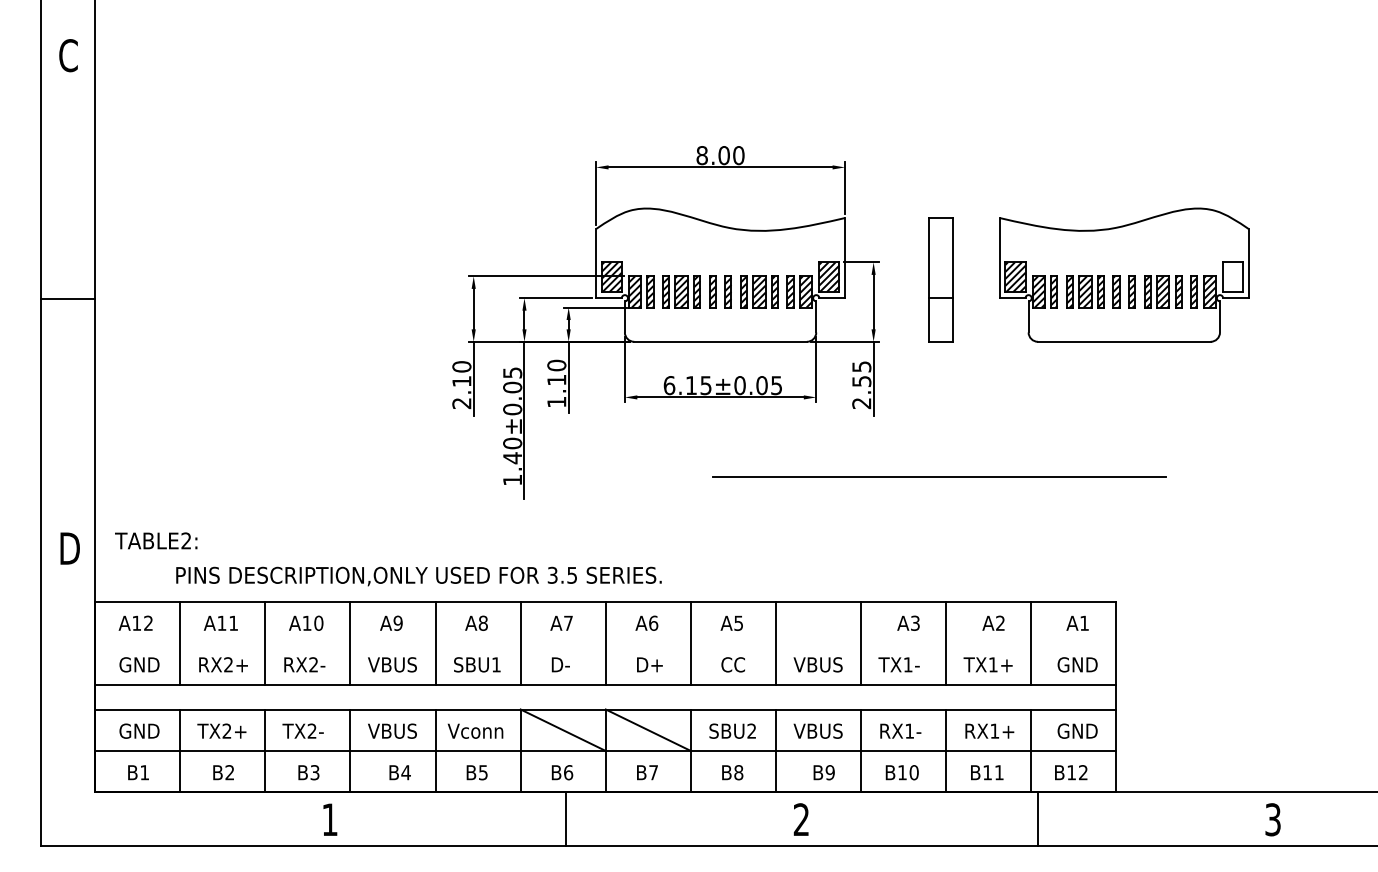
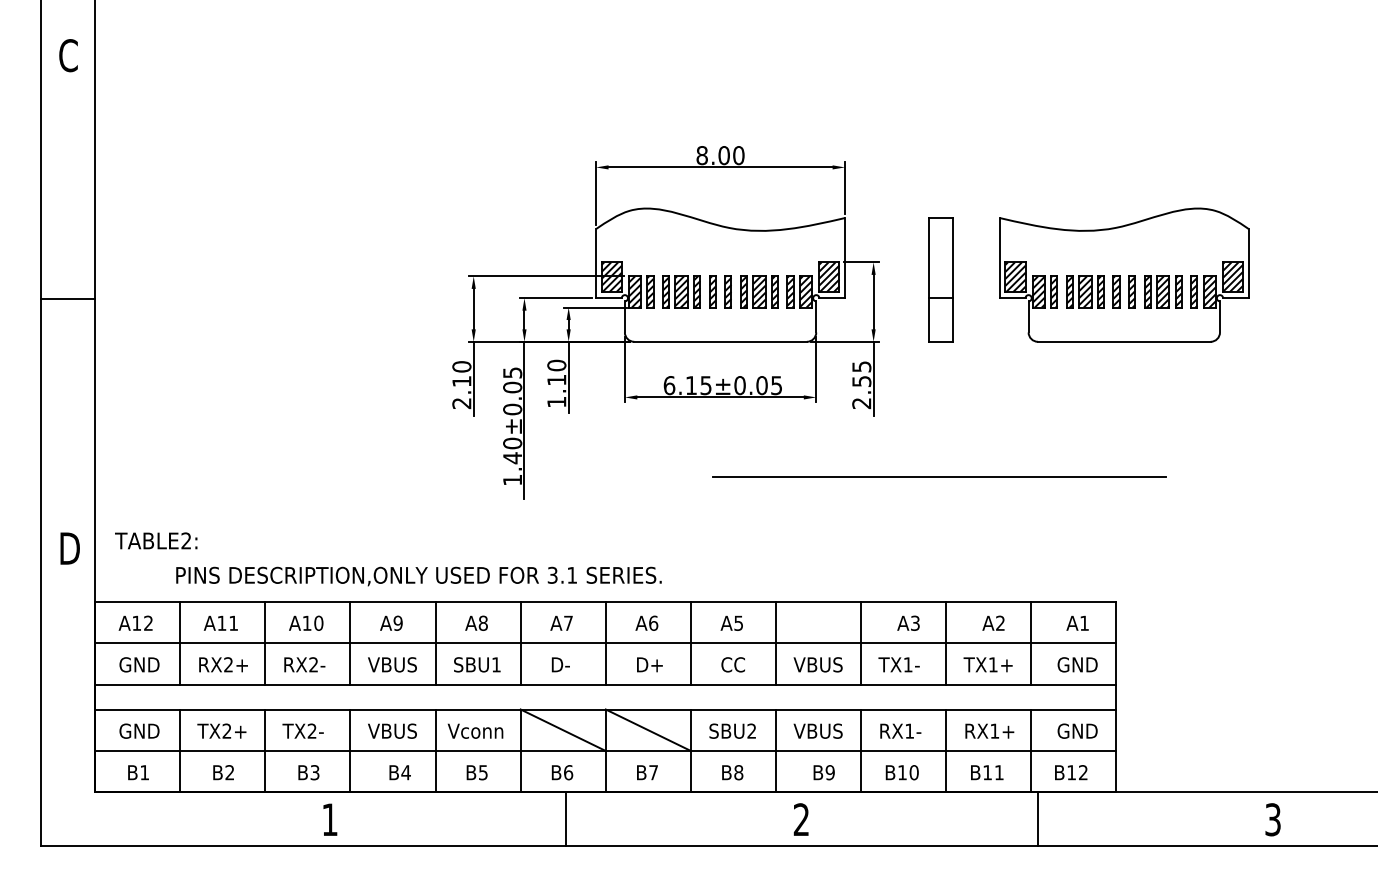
hatch at (1232, 277): none -> present
text at (571, 575): 3.5 -> 3.1
line at (604, 643): none -> present
